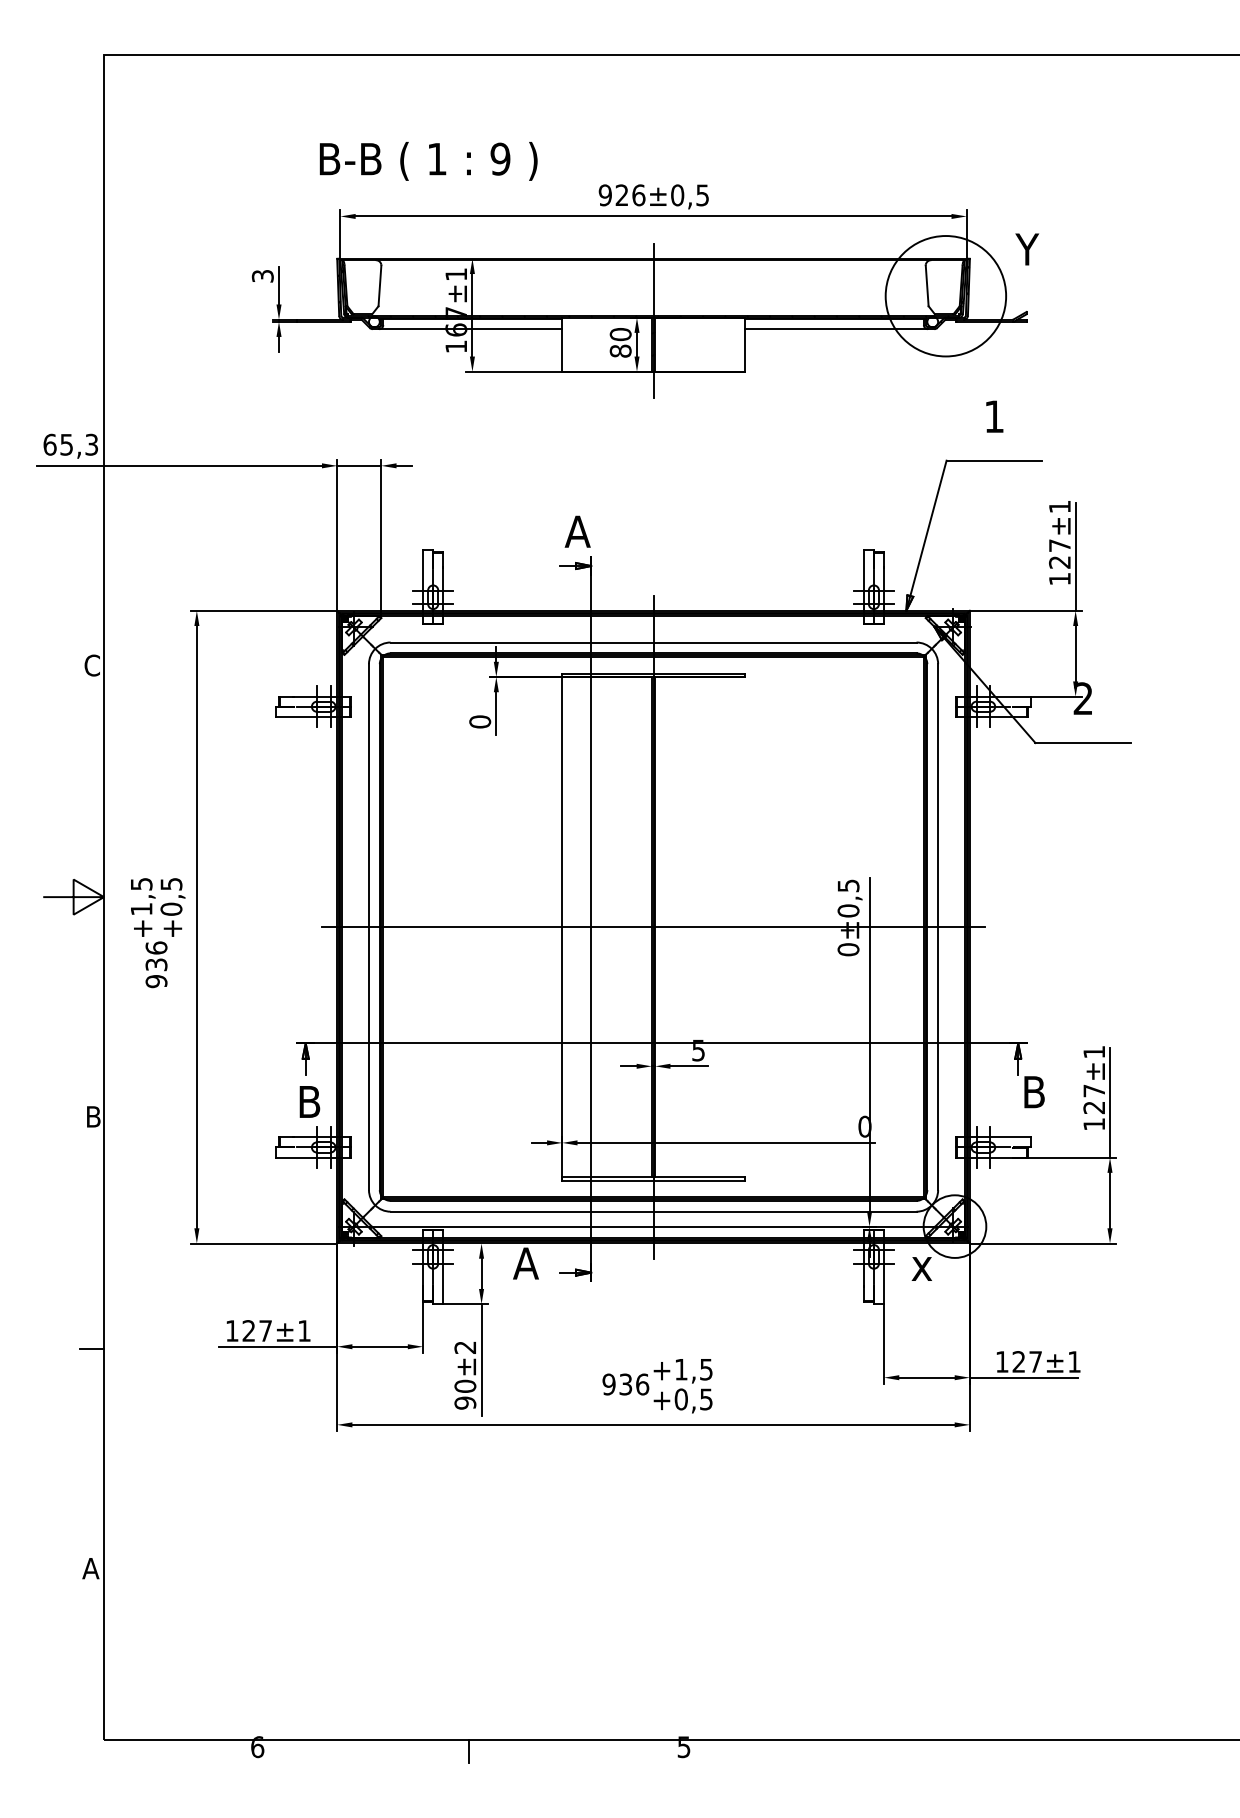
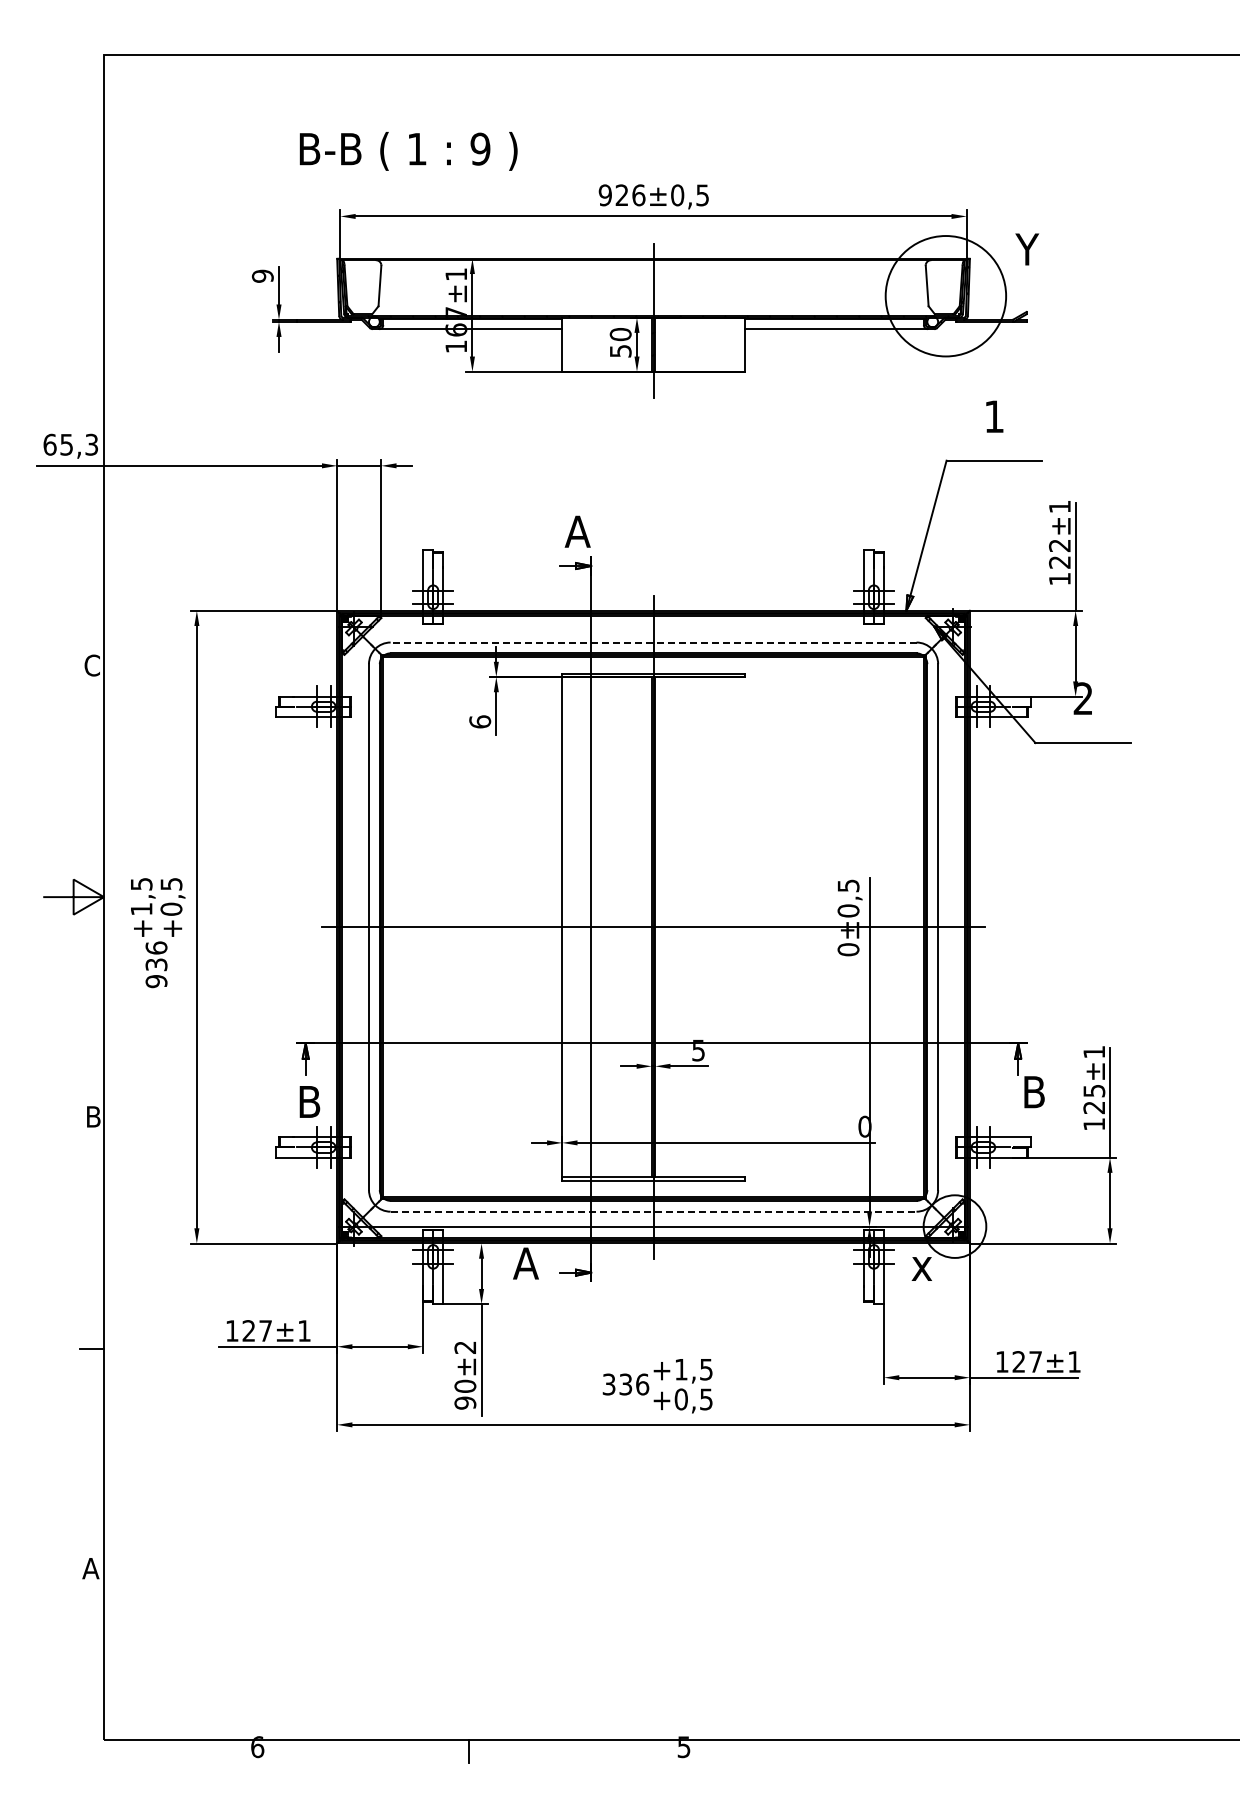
text at (428, 161) position: (428, 161) -> (408, 151)
text at (262, 275): 3 -> 9
text at (620, 350): 80 -> 50
text at (1059, 545): 127 -> 122
line at (653, 642): solid -> dashed
text at (479, 721): 0 -> 6
text at (1094, 1090): 127 -> 125
line at (653, 1211): solid -> dashed
text at (608, 1384): 936 -> 336
